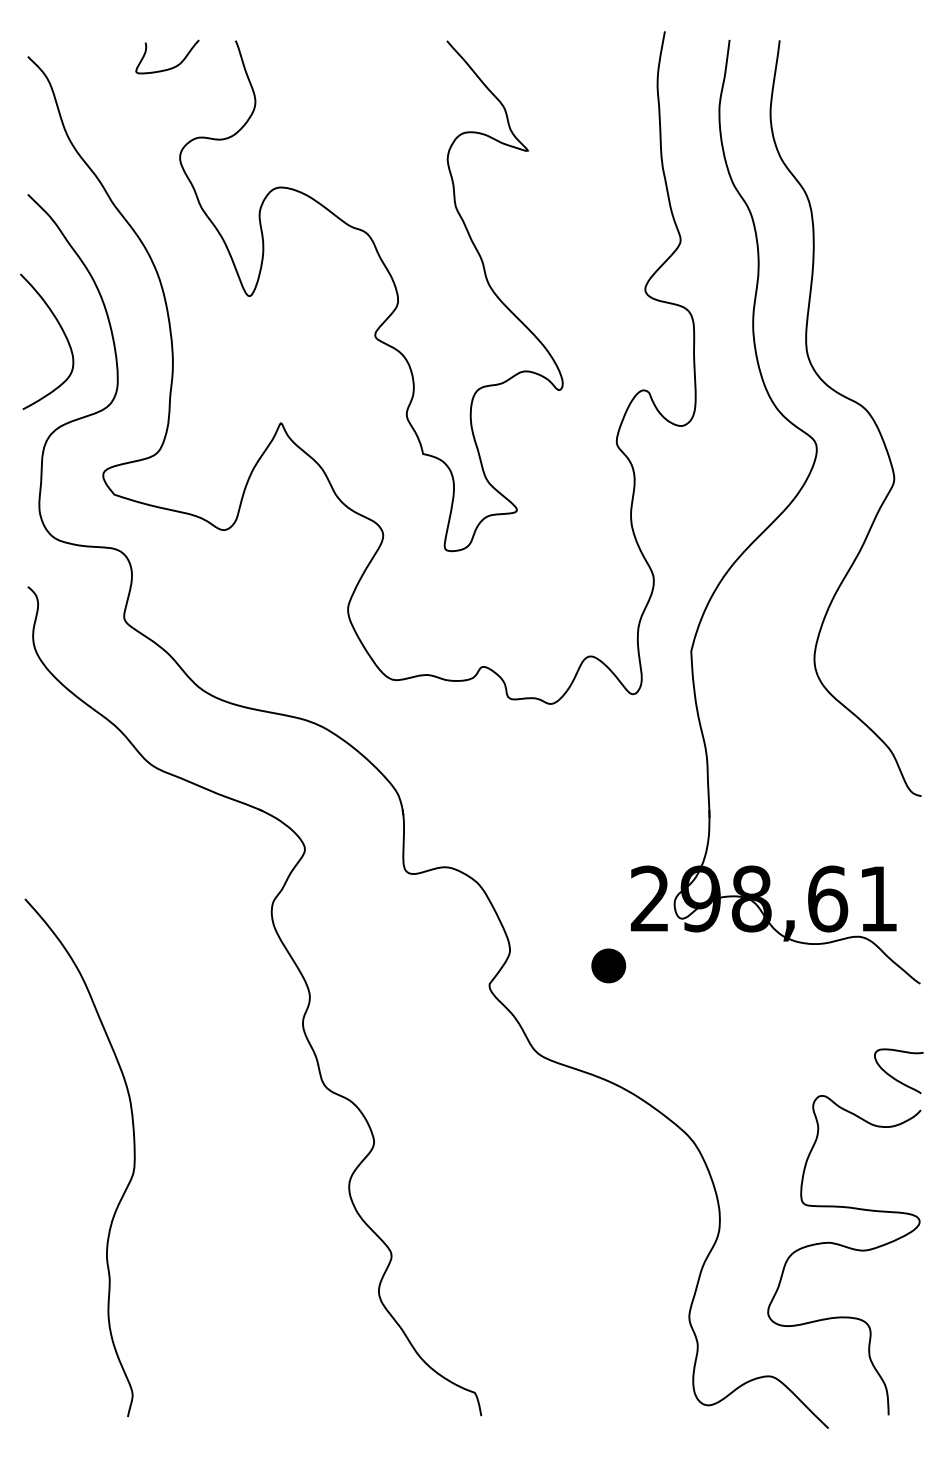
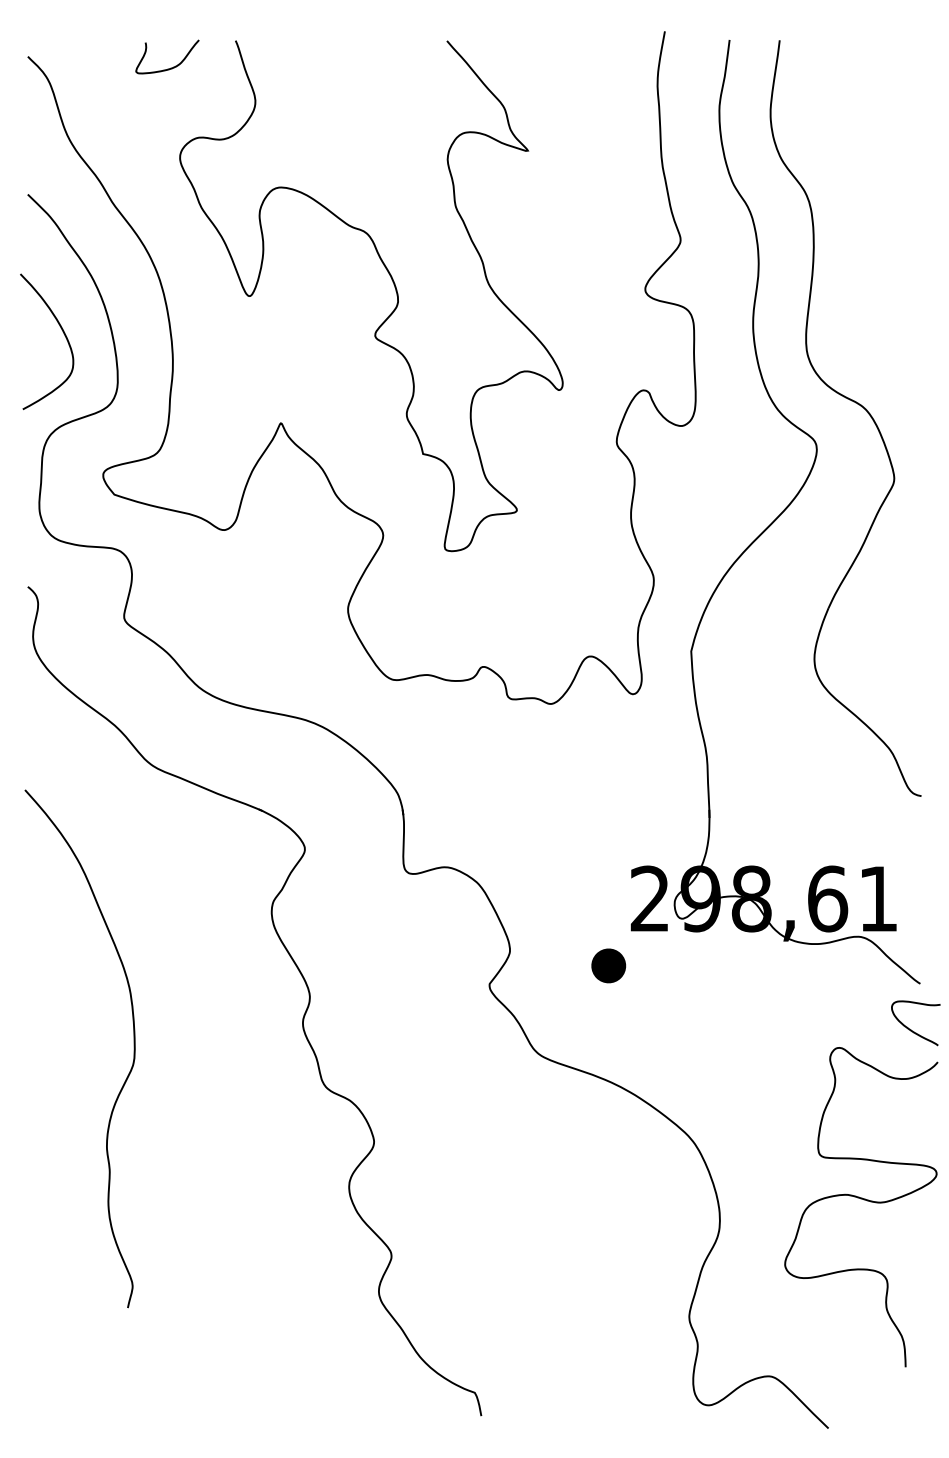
curve at (133, 1157) position: (133, 1157) -> (133, 1048)
part at (842, 1244) position: (842, 1244) -> (859, 1196)
